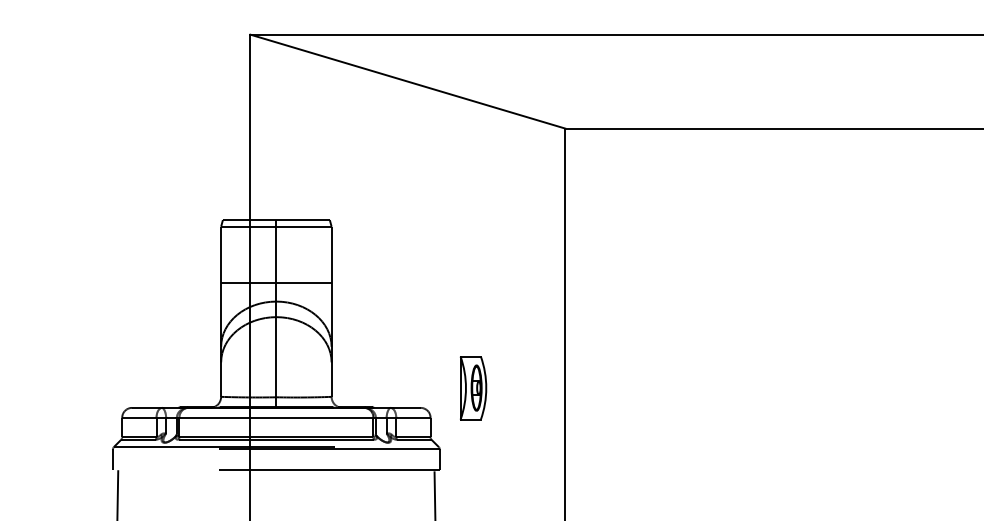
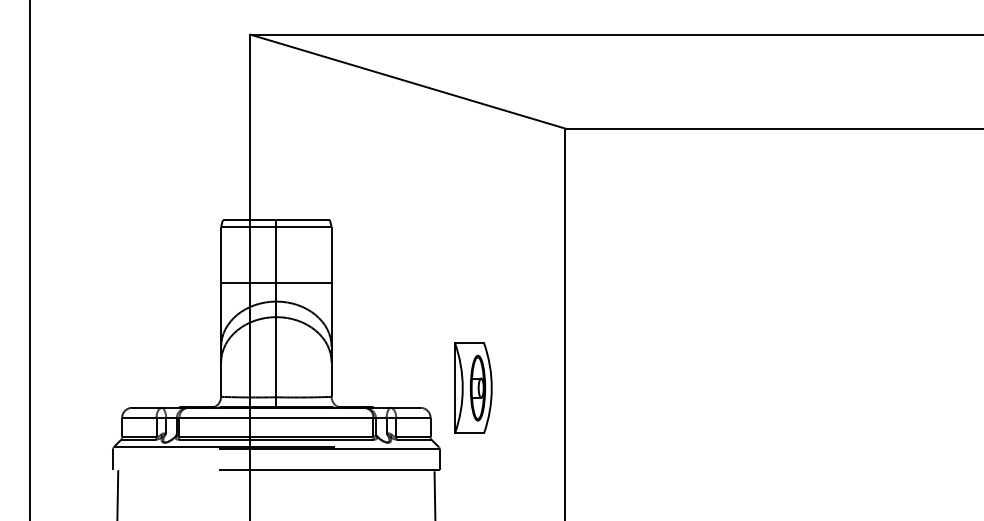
line at (29, 259): none -> present
part at (473, 388) size: 29x65 px -> 39x92 px
